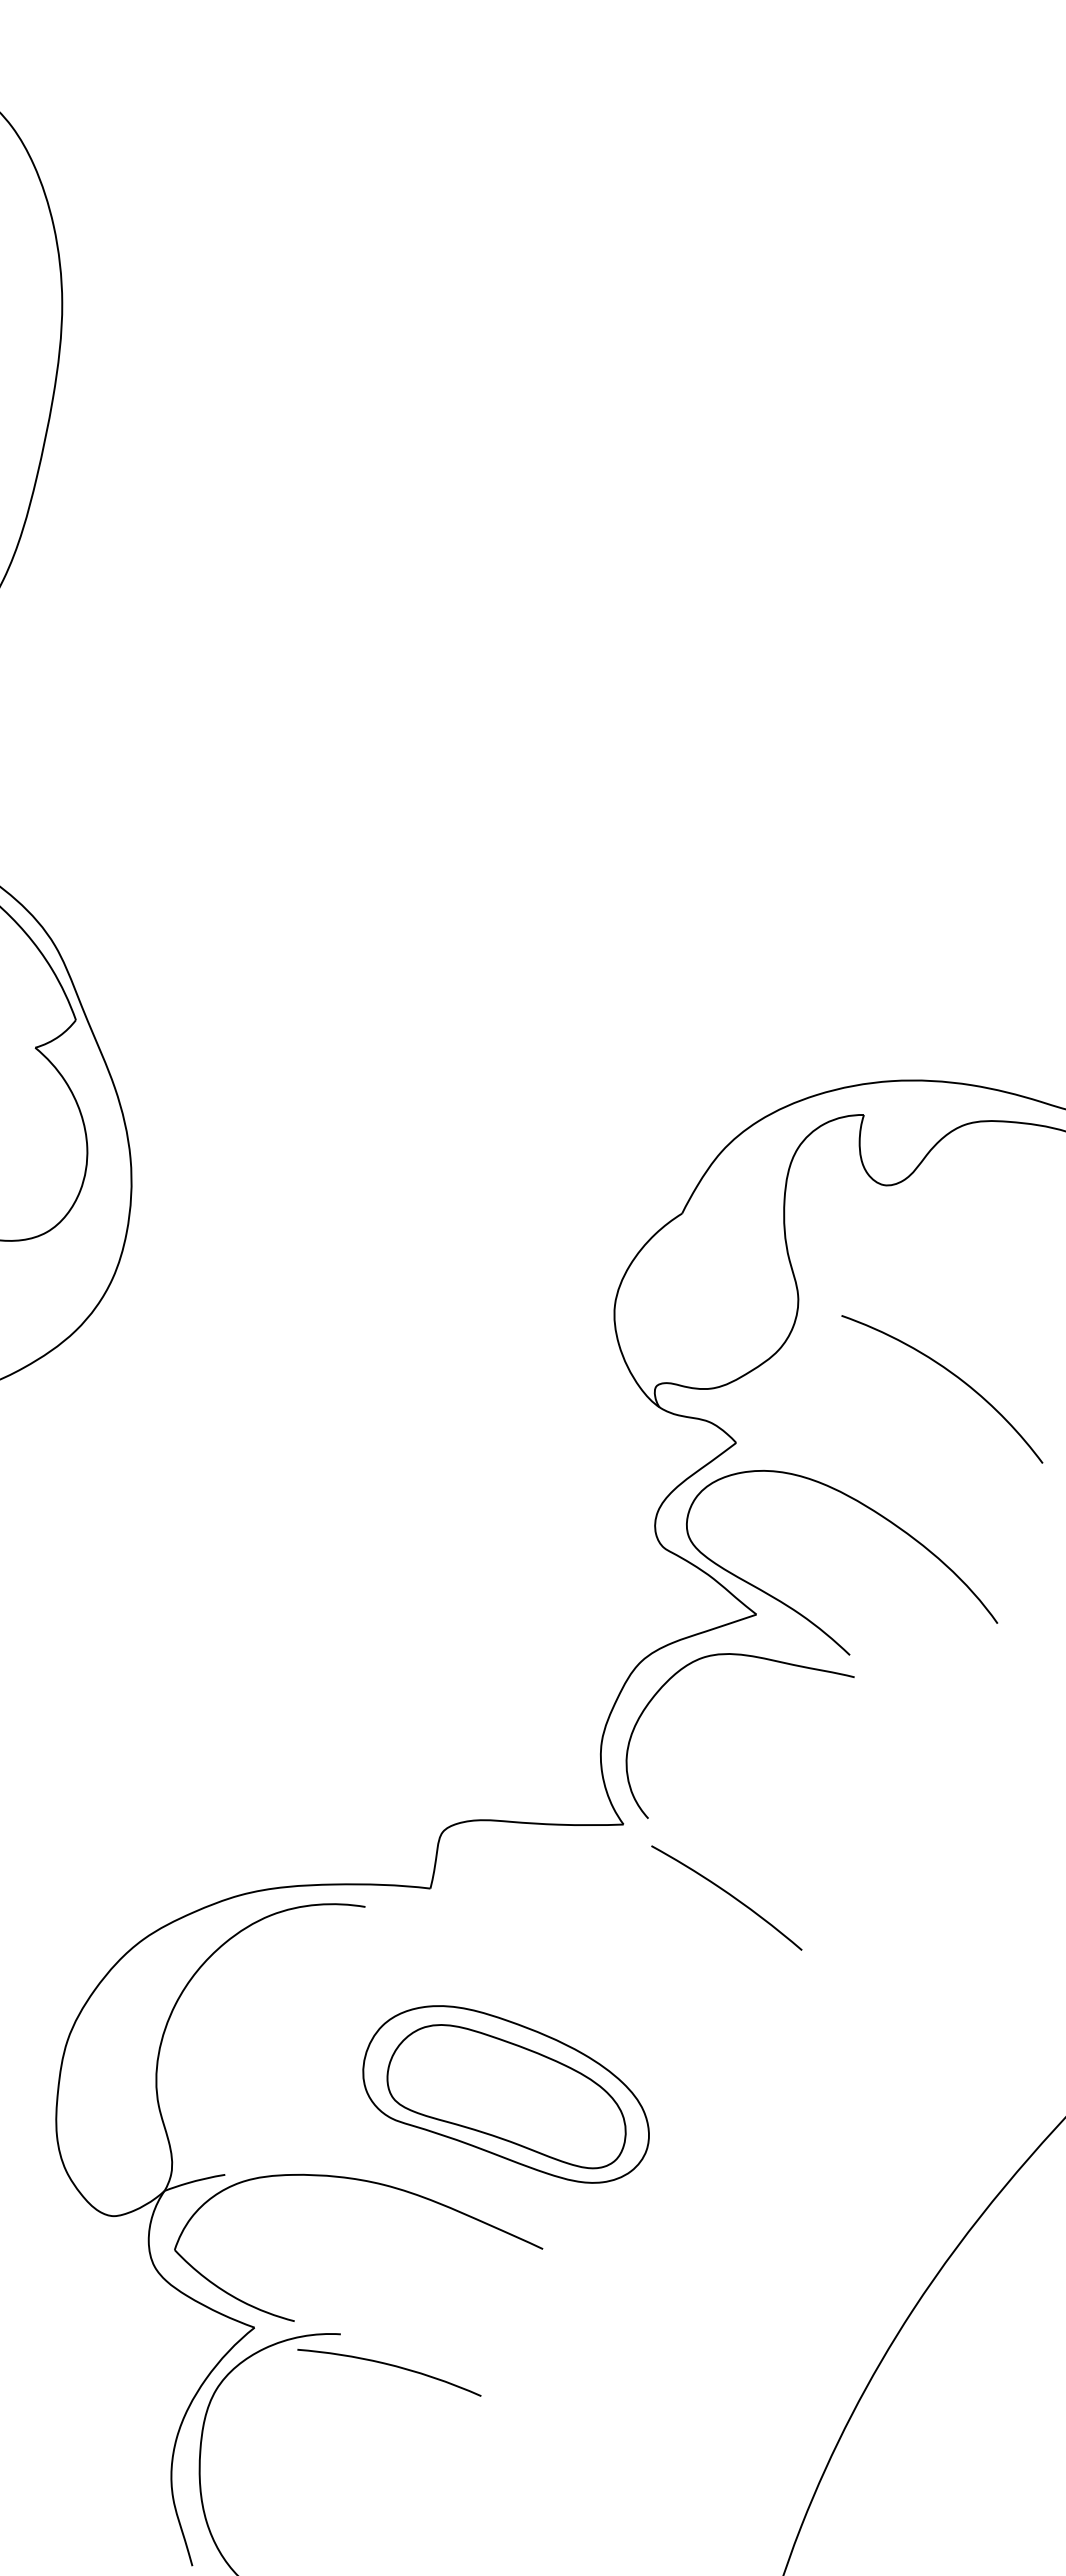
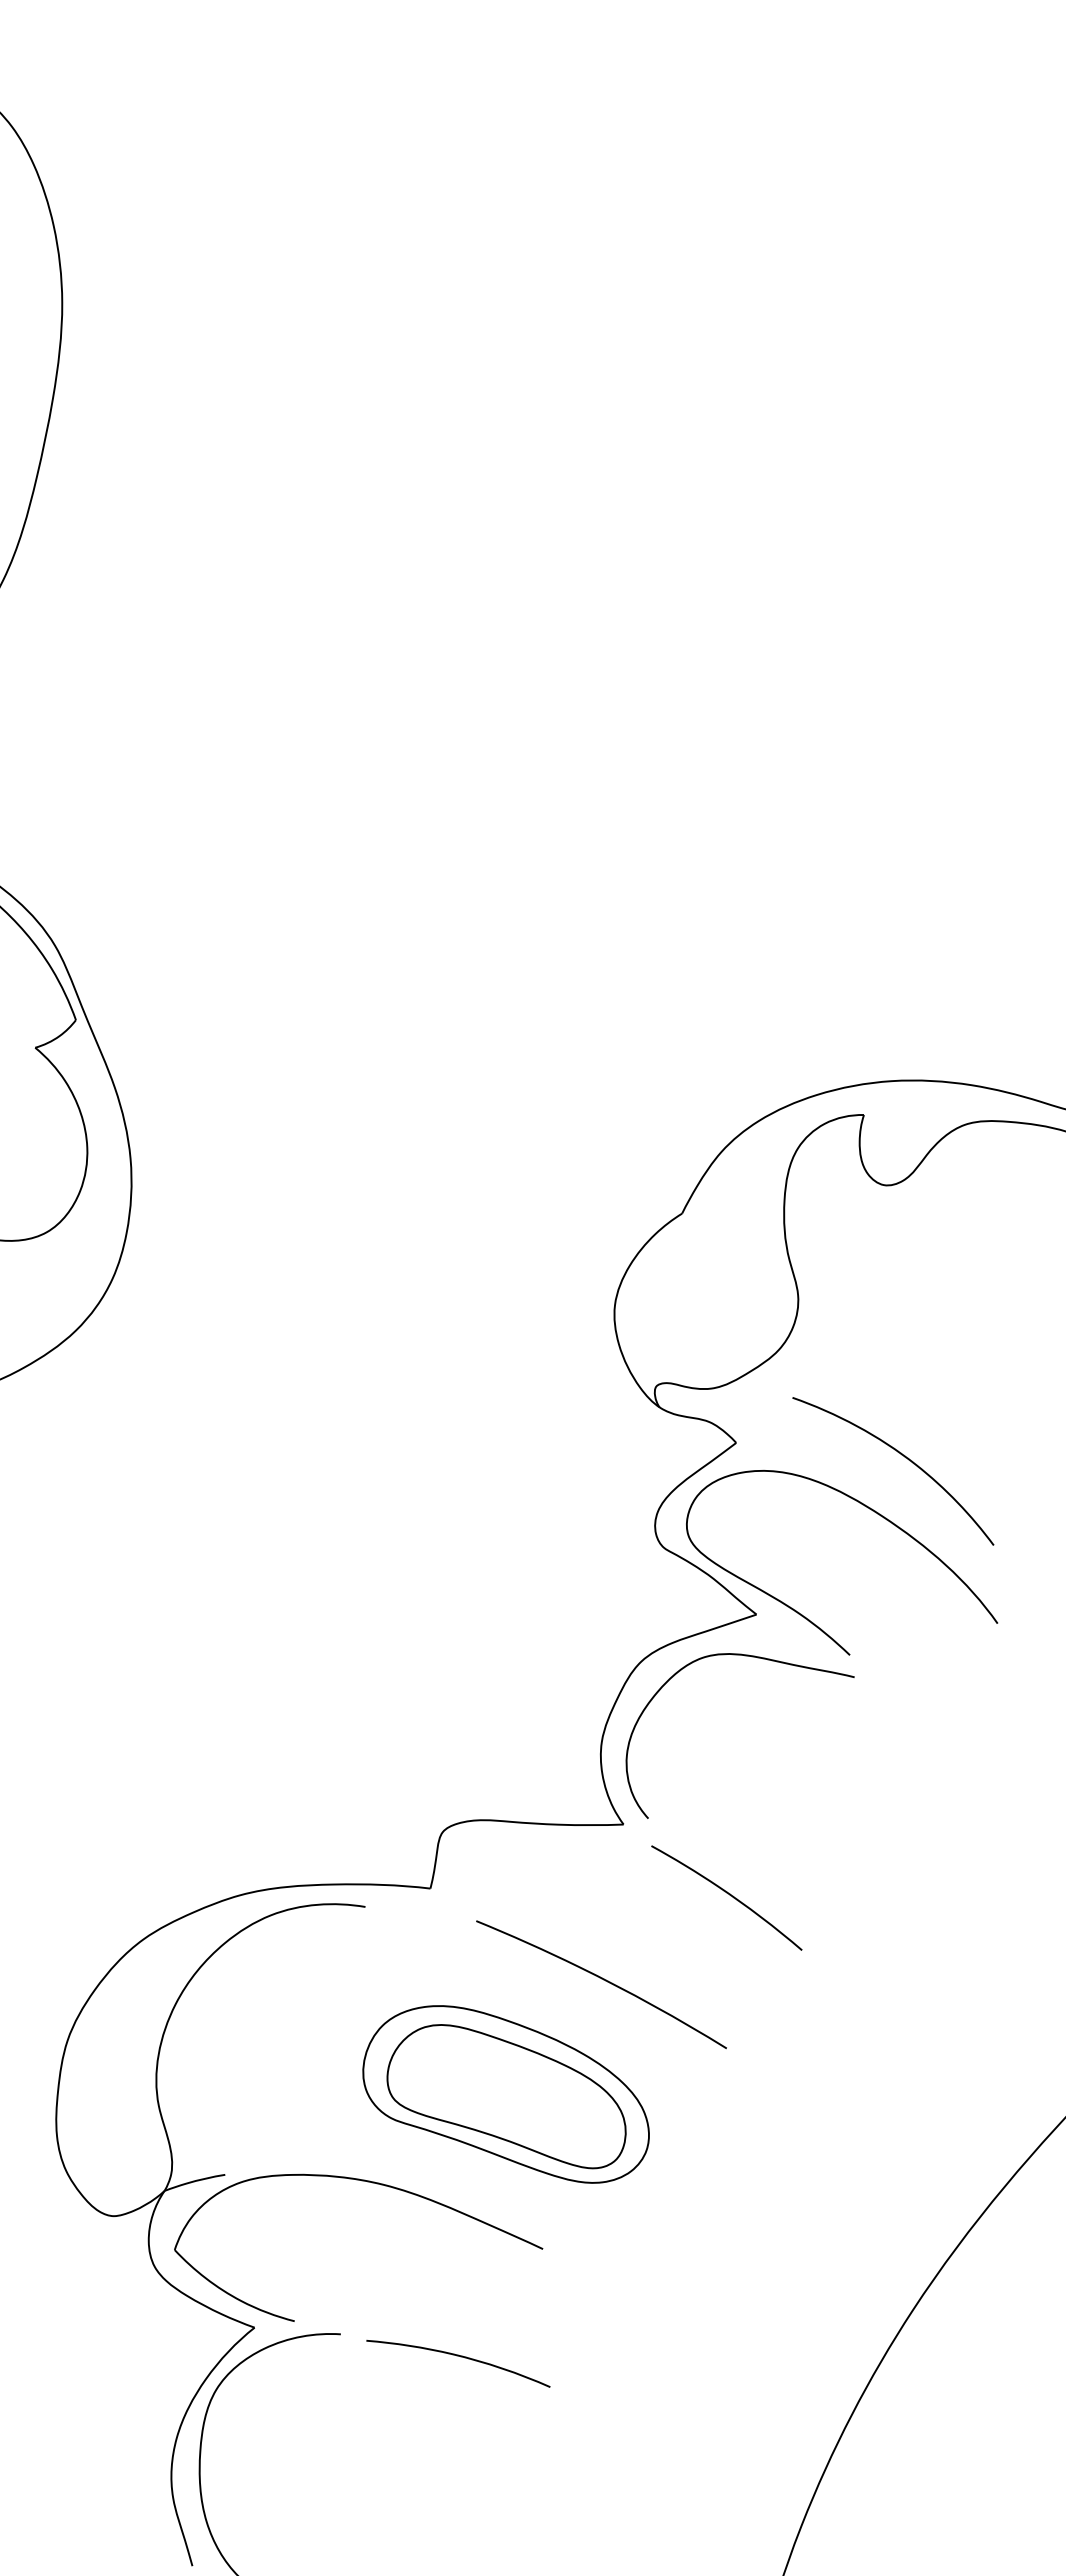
curve at (954, 1376) position: (954, 1376) -> (905, 1458)
curve at (603, 1980): none -> present
curve at (391, 2366) position: (391, 2366) -> (460, 2357)
